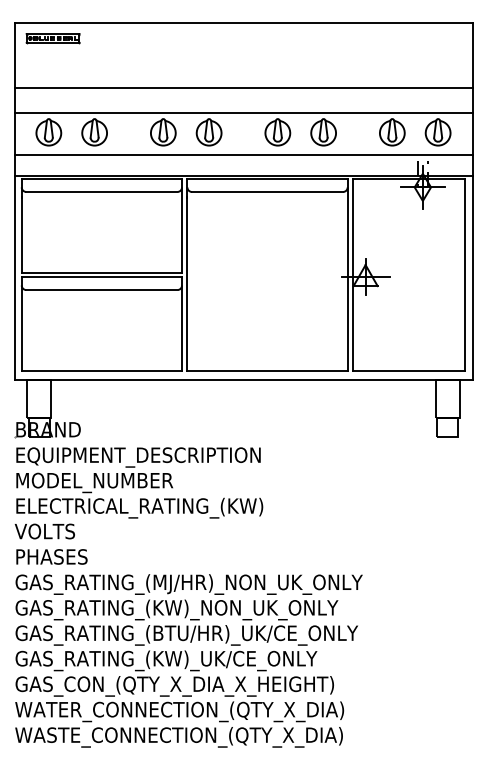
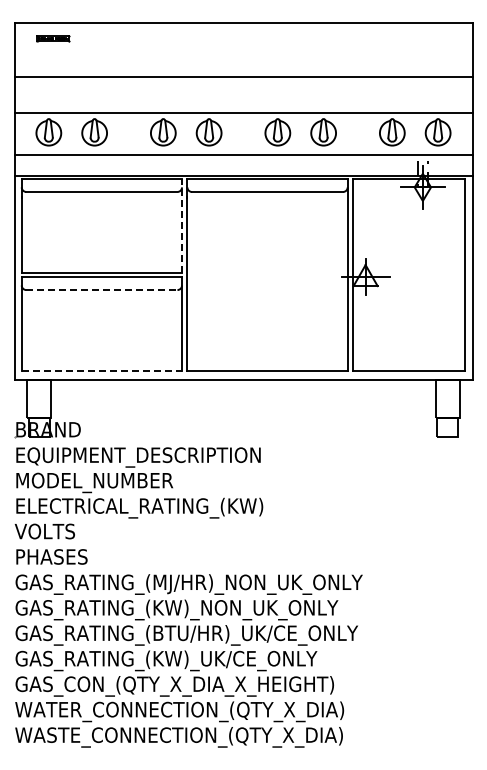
part at (52, 38) size: 56x12 px -> 35x8 px
line at (243, 88) position: (243, 88) -> (243, 77)
line at (182, 225): solid -> dashed
line at (101, 290): solid -> dashed
line at (102, 370): solid -> dashed
